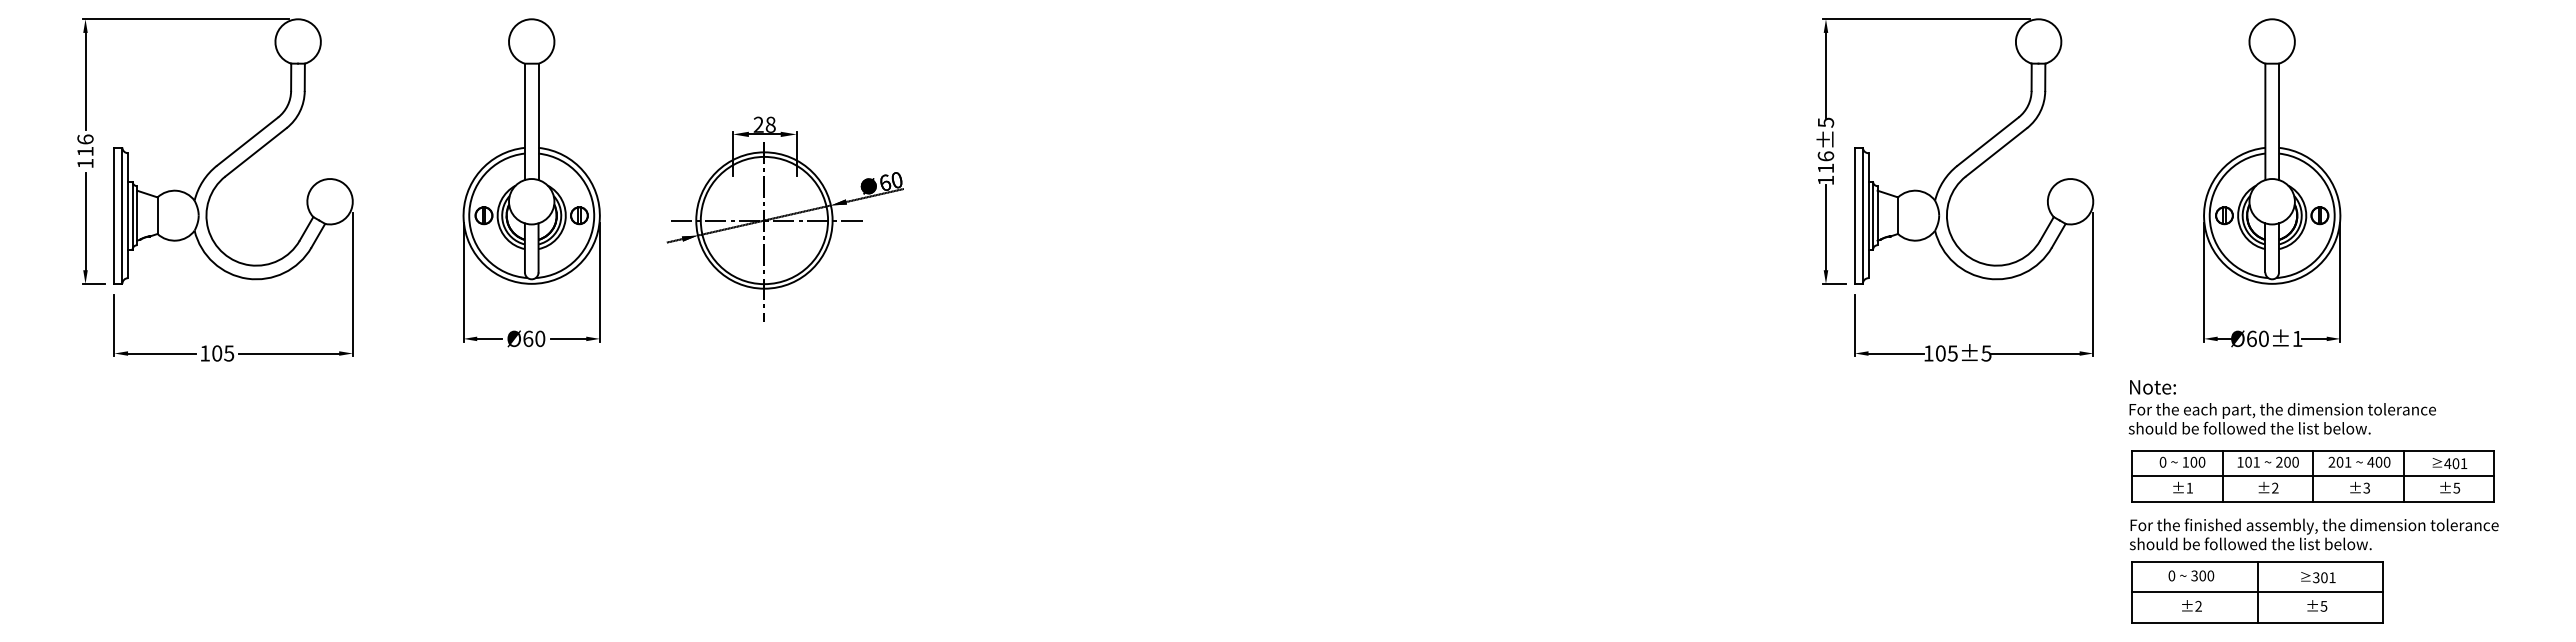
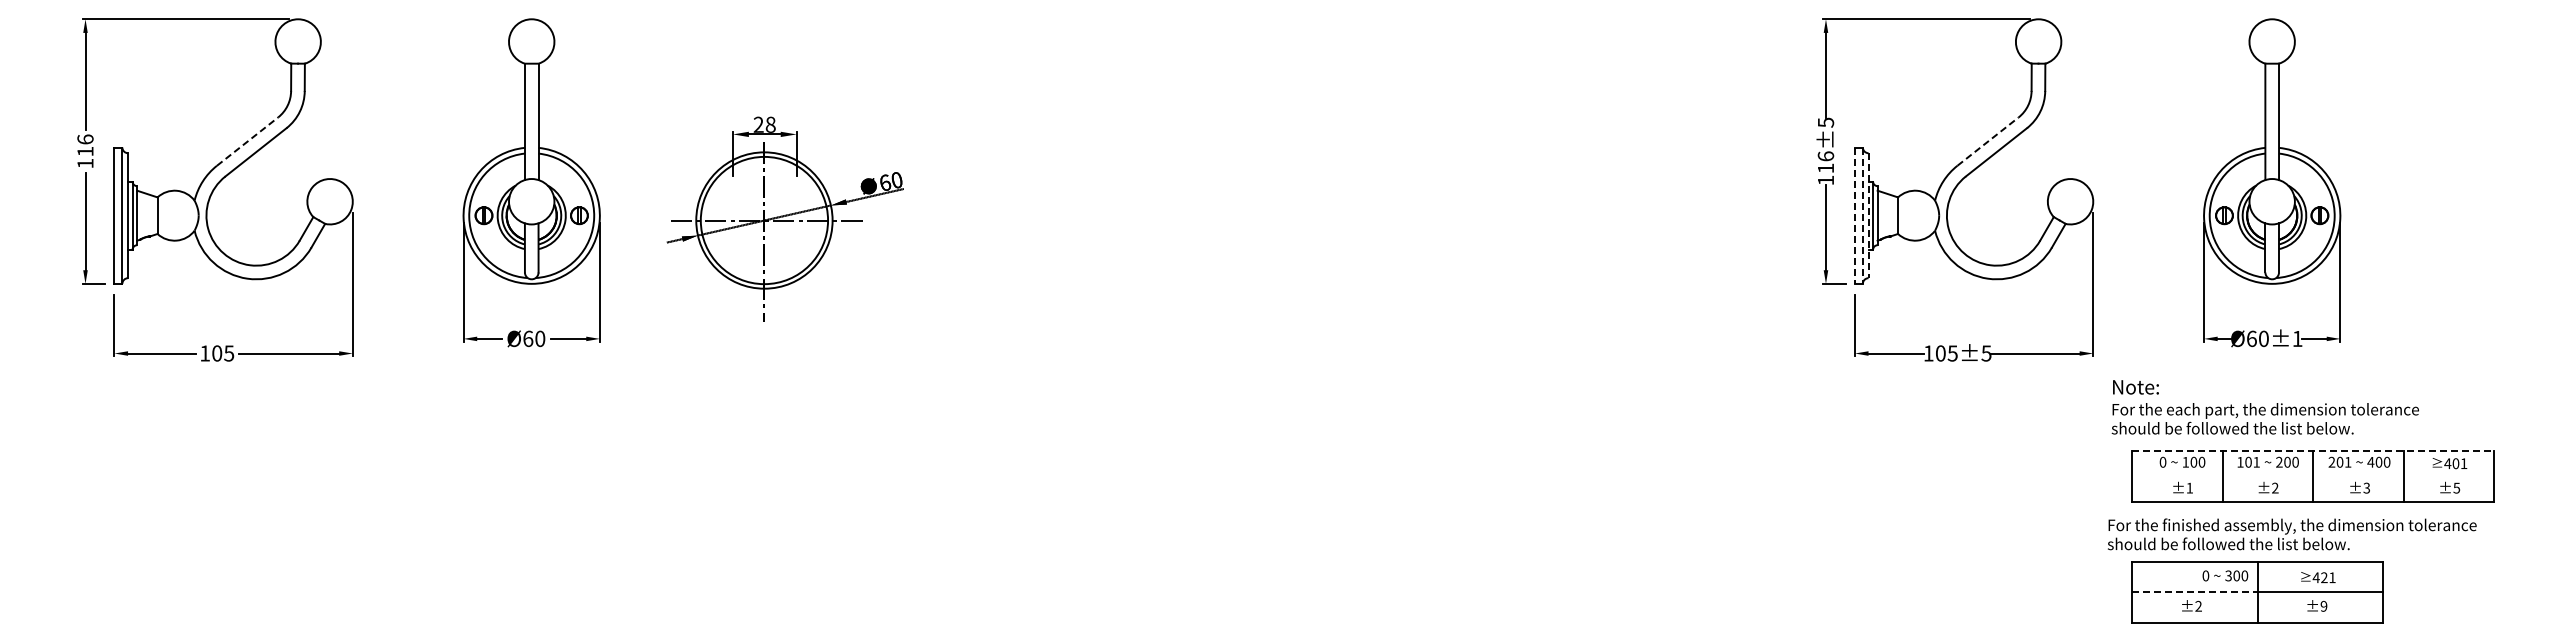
line at (247, 141): solid -> dashed
line at (1988, 141): solid -> dashed
line at (1854, 216): solid -> dashed
line at (1862, 216): solid -> dashed
line at (1868, 216): solid -> dashed
text at (2281, 407) position: (2281, 407) -> (2264, 407)
line at (2313, 450): solid -> dashed
line at (2313, 476): present -> none
text at (2314, 534) position: (2314, 534) -> (2292, 534)
text at (2191, 575) position: (2191, 575) -> (2225, 575)
text at (2319, 577): 301 -> 421
line at (2195, 592): solid -> dashed
text at (2323, 605): ±5 -> ±9
